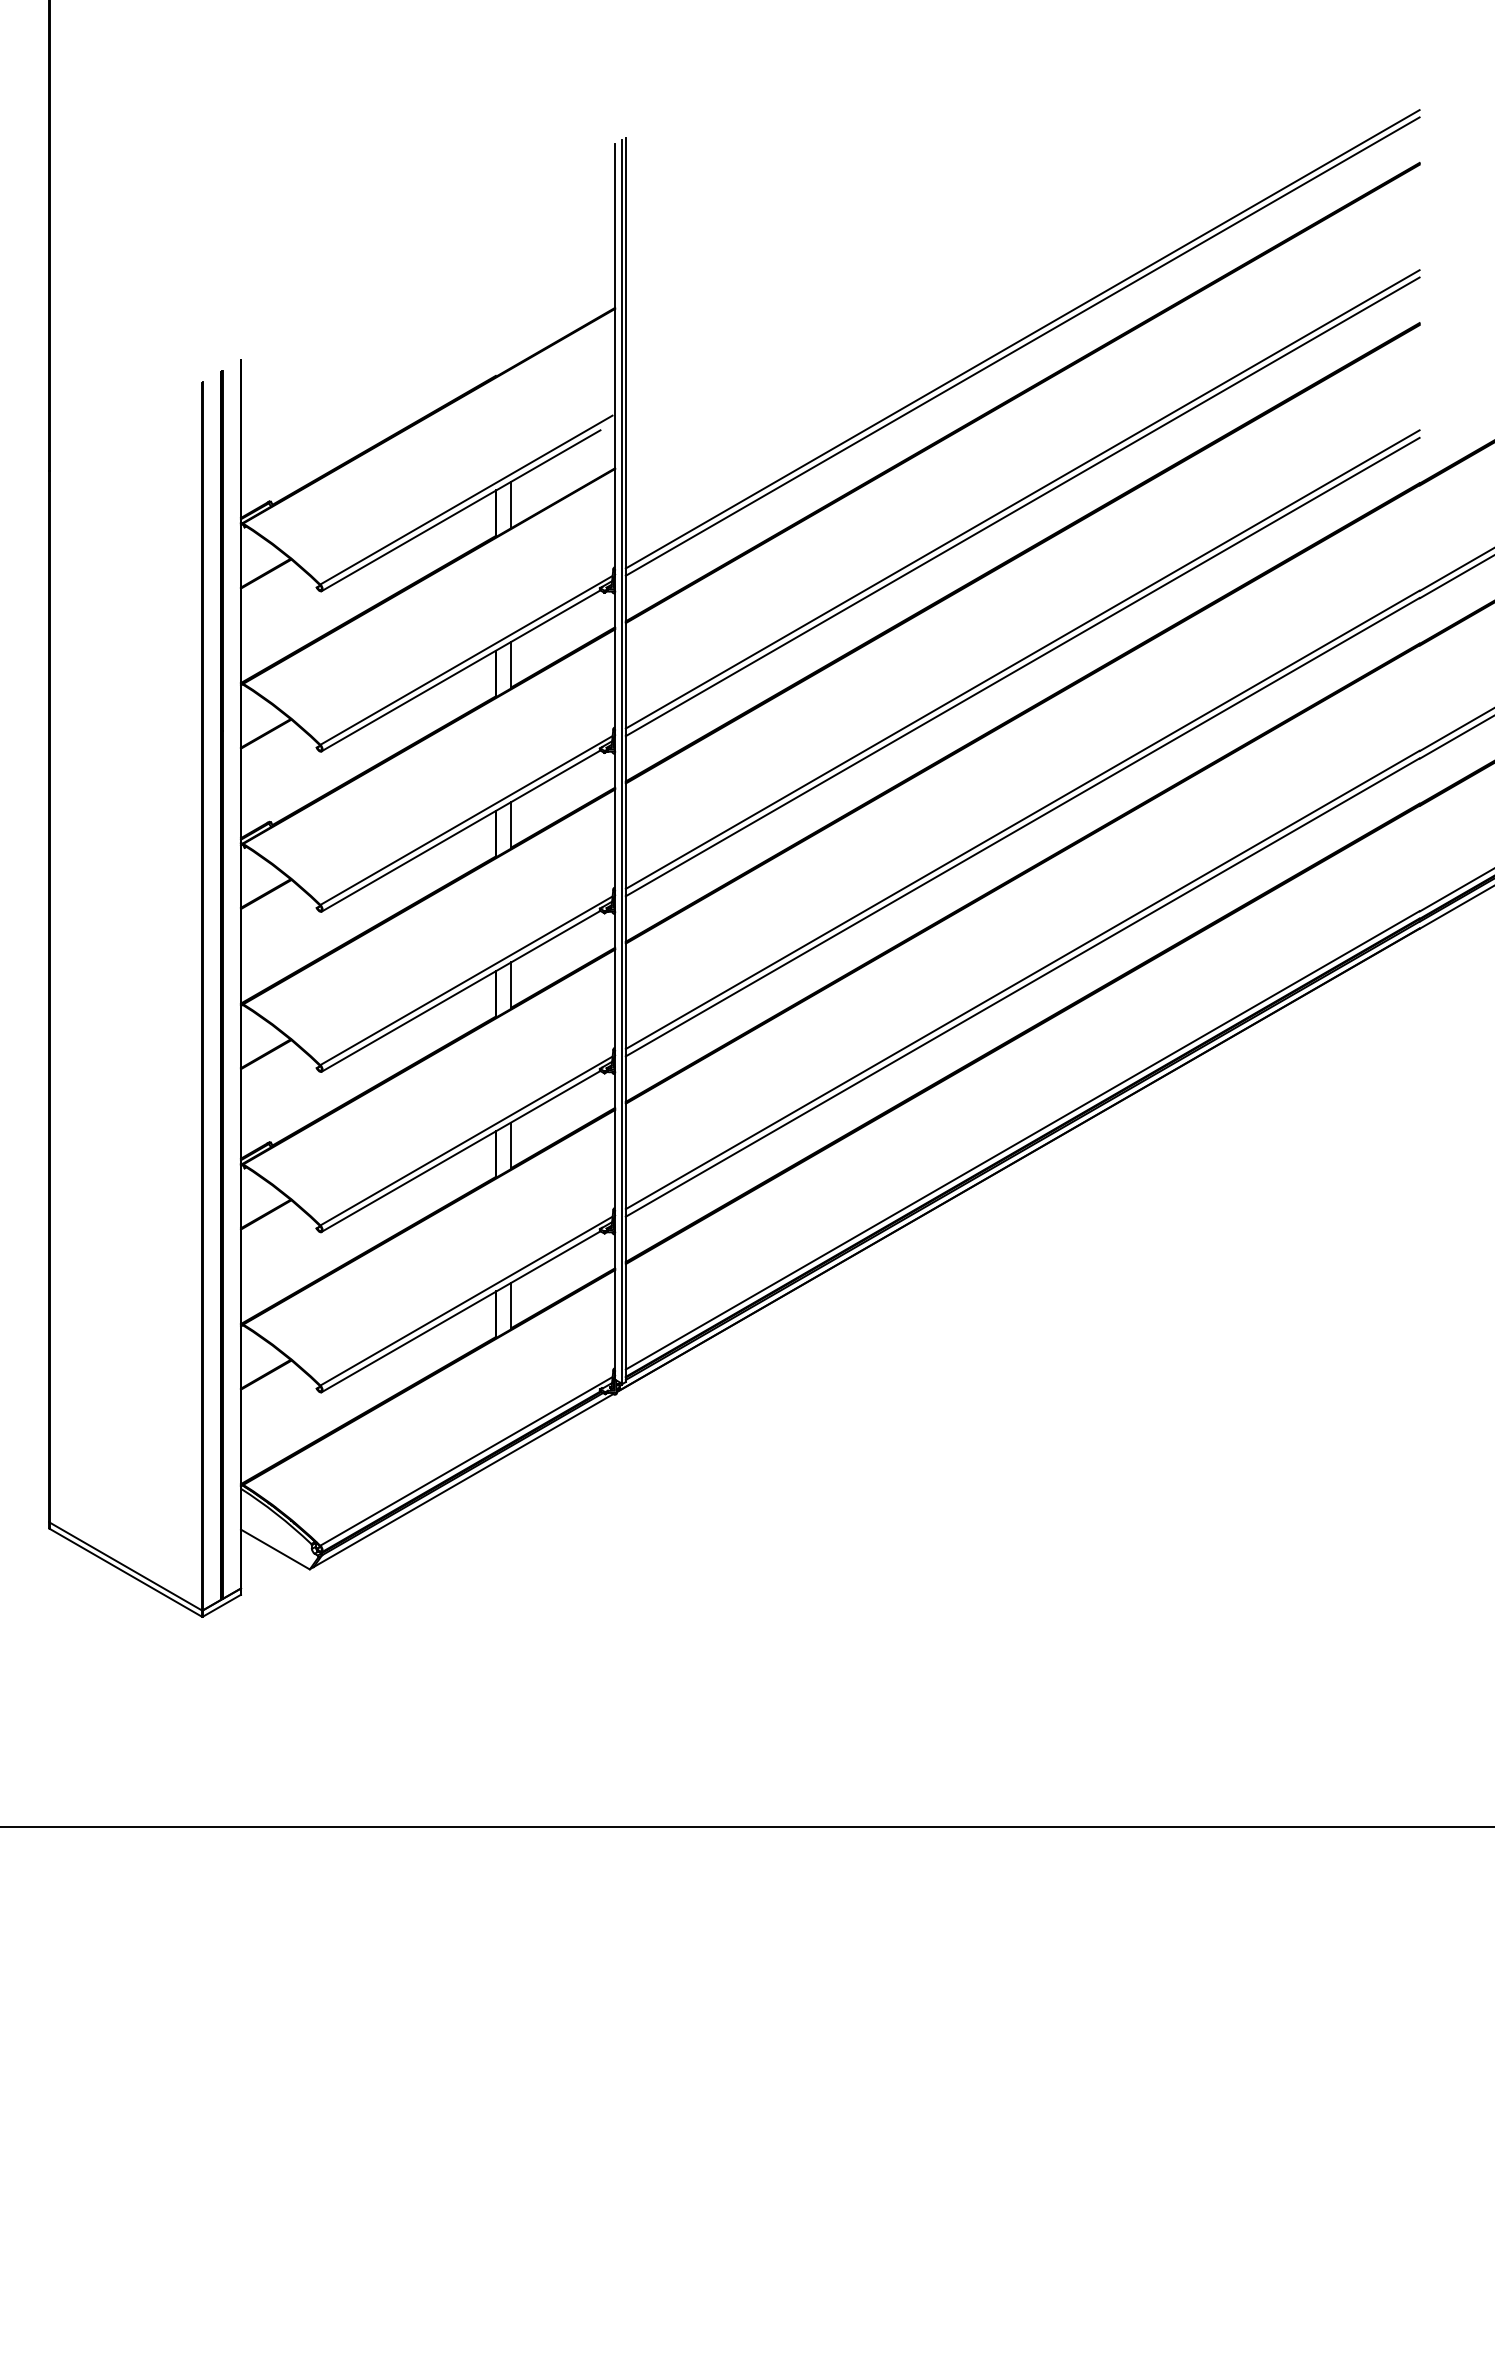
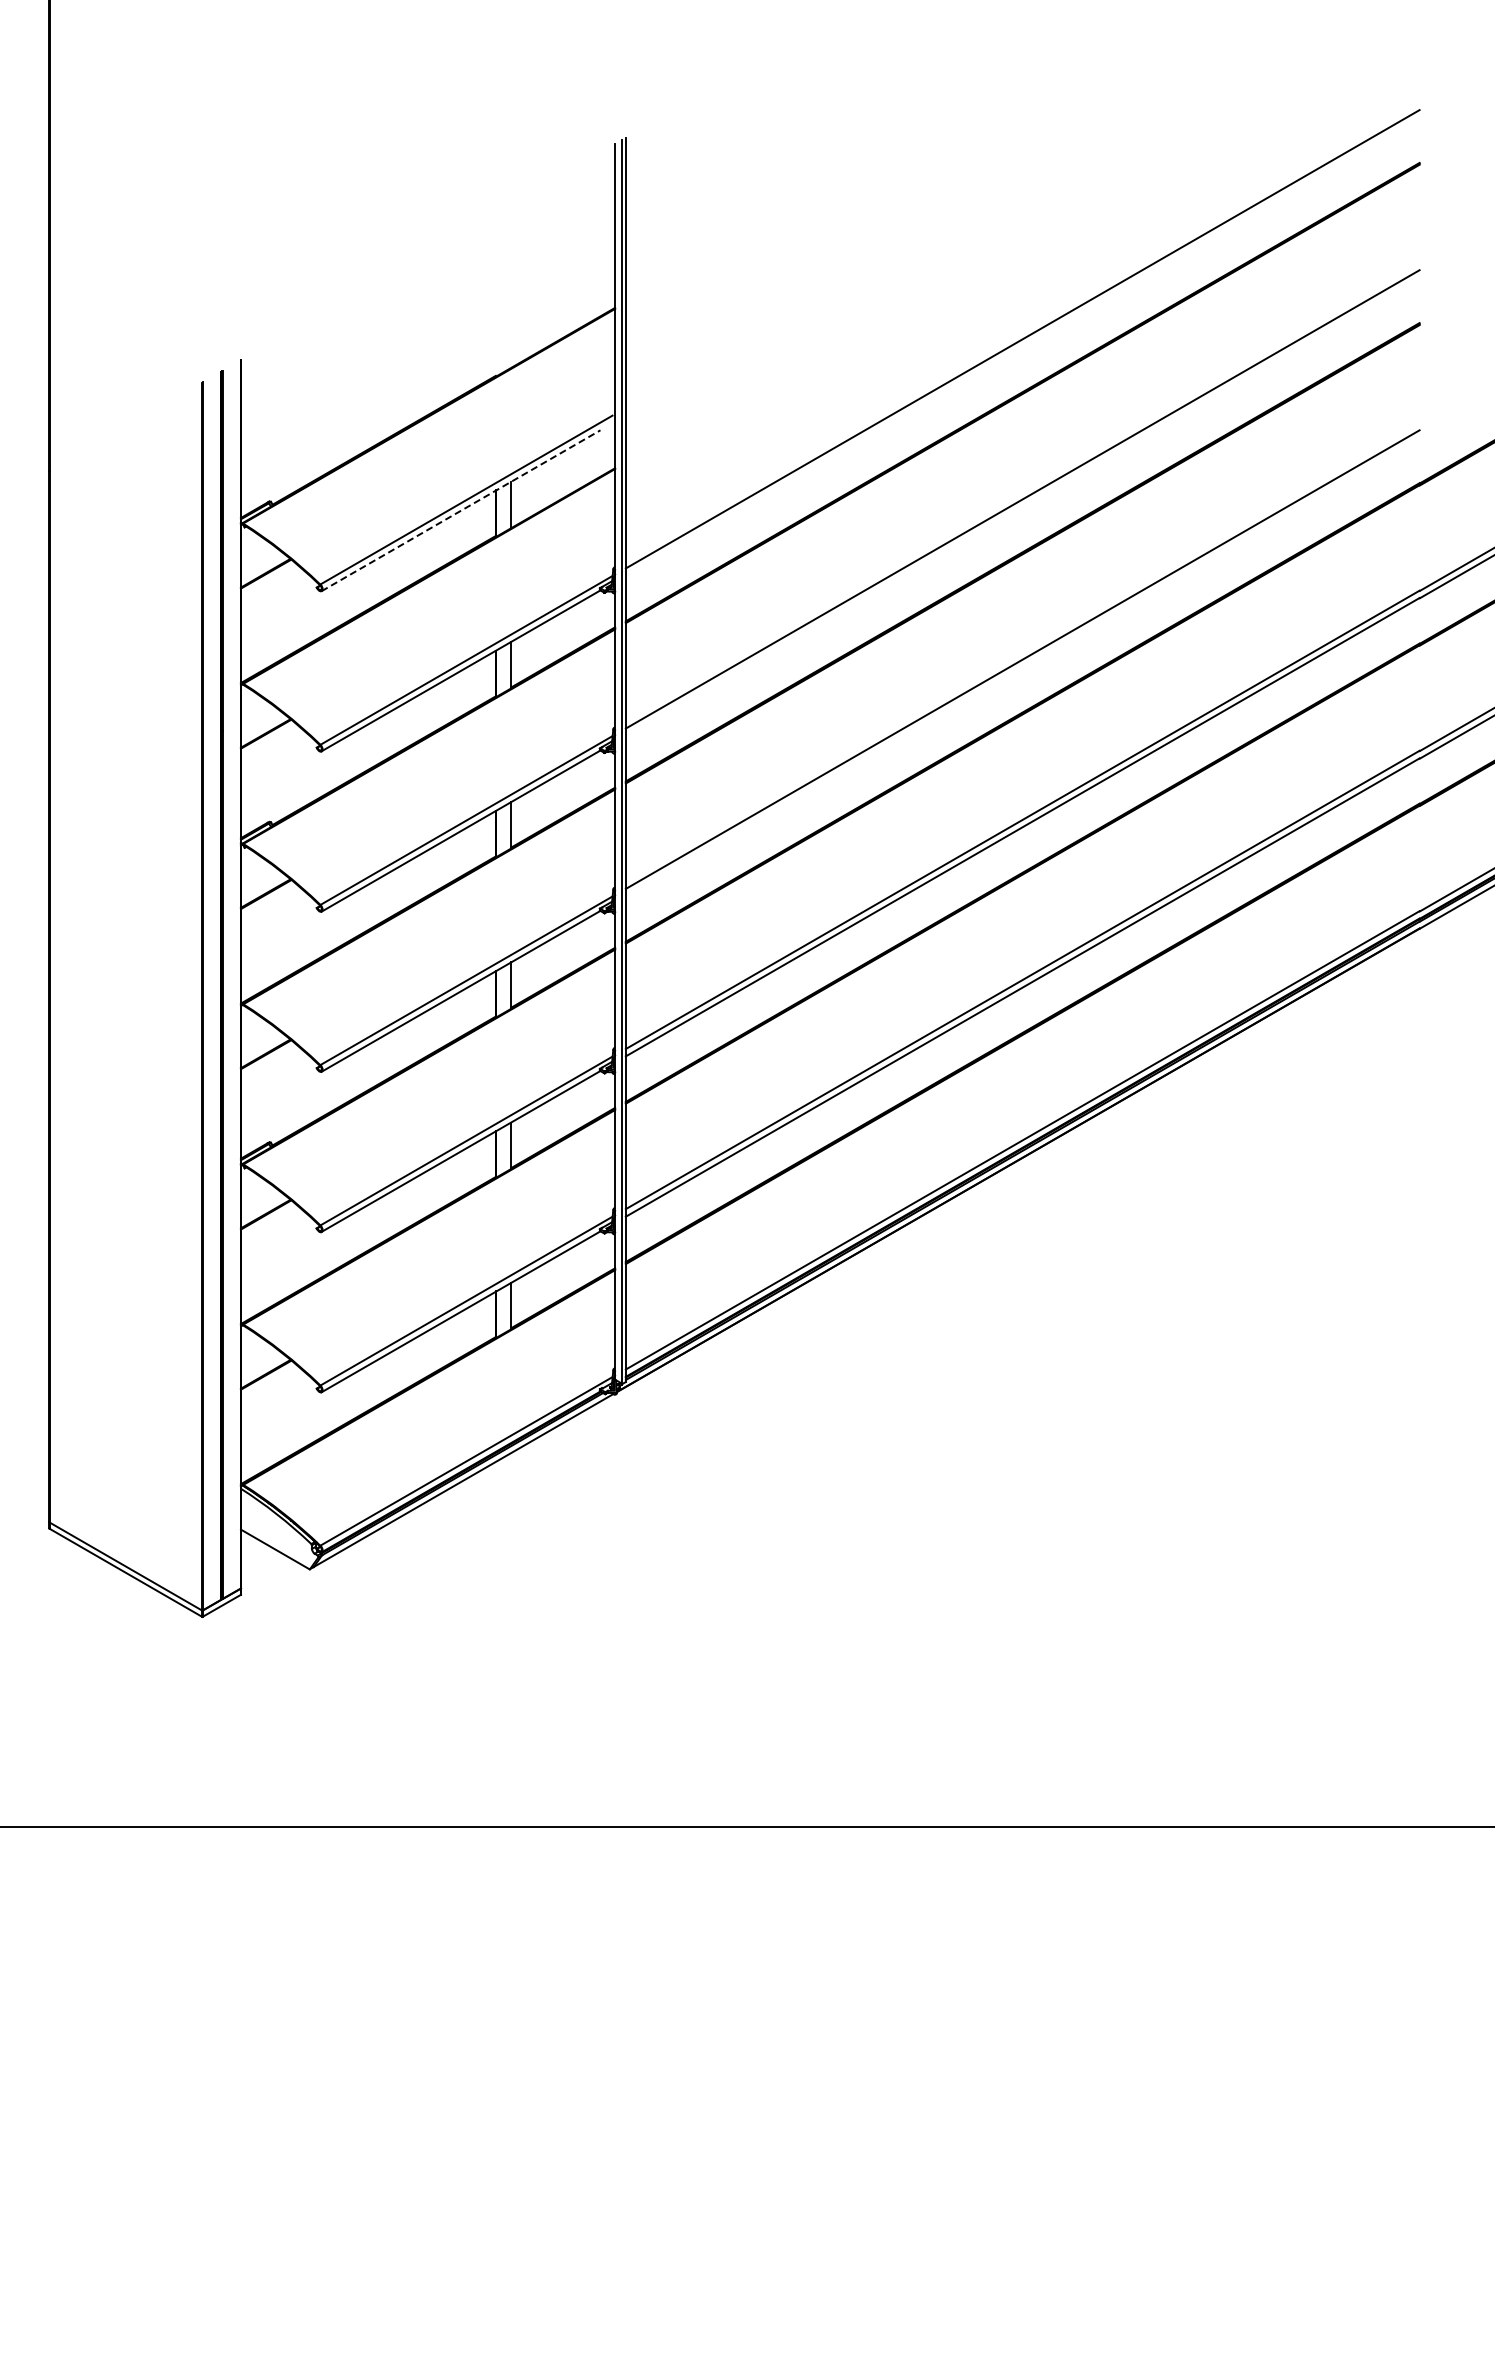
line at (1022, 346): present -> none
line at (1022, 506): present -> none
line at (461, 510): solid -> dashed
line at (1022, 666): present -> none
